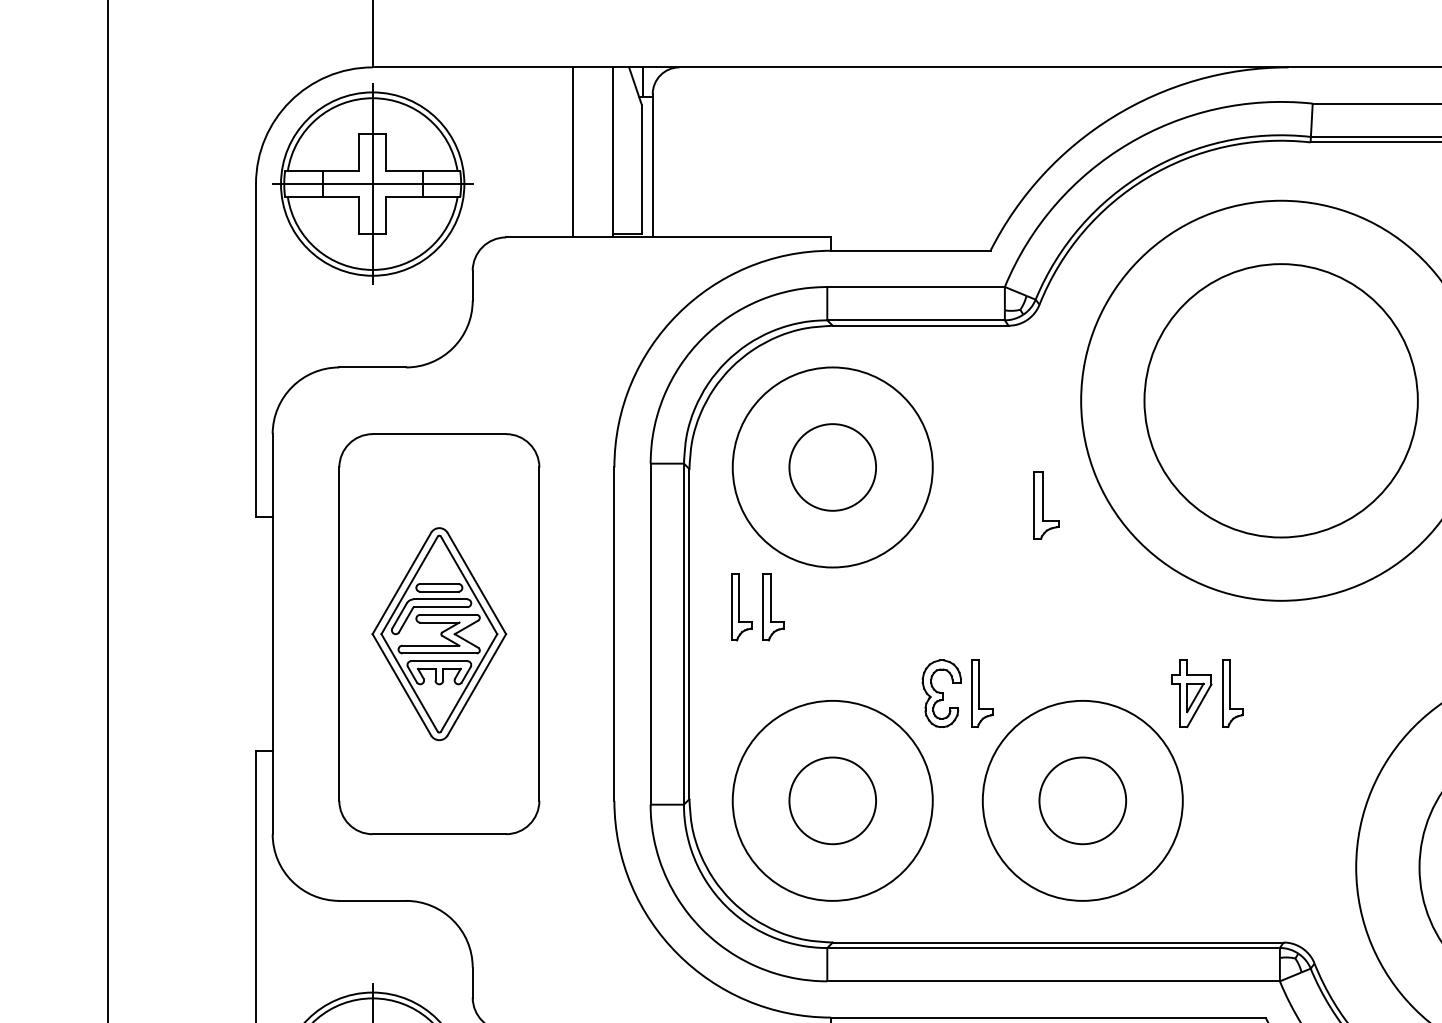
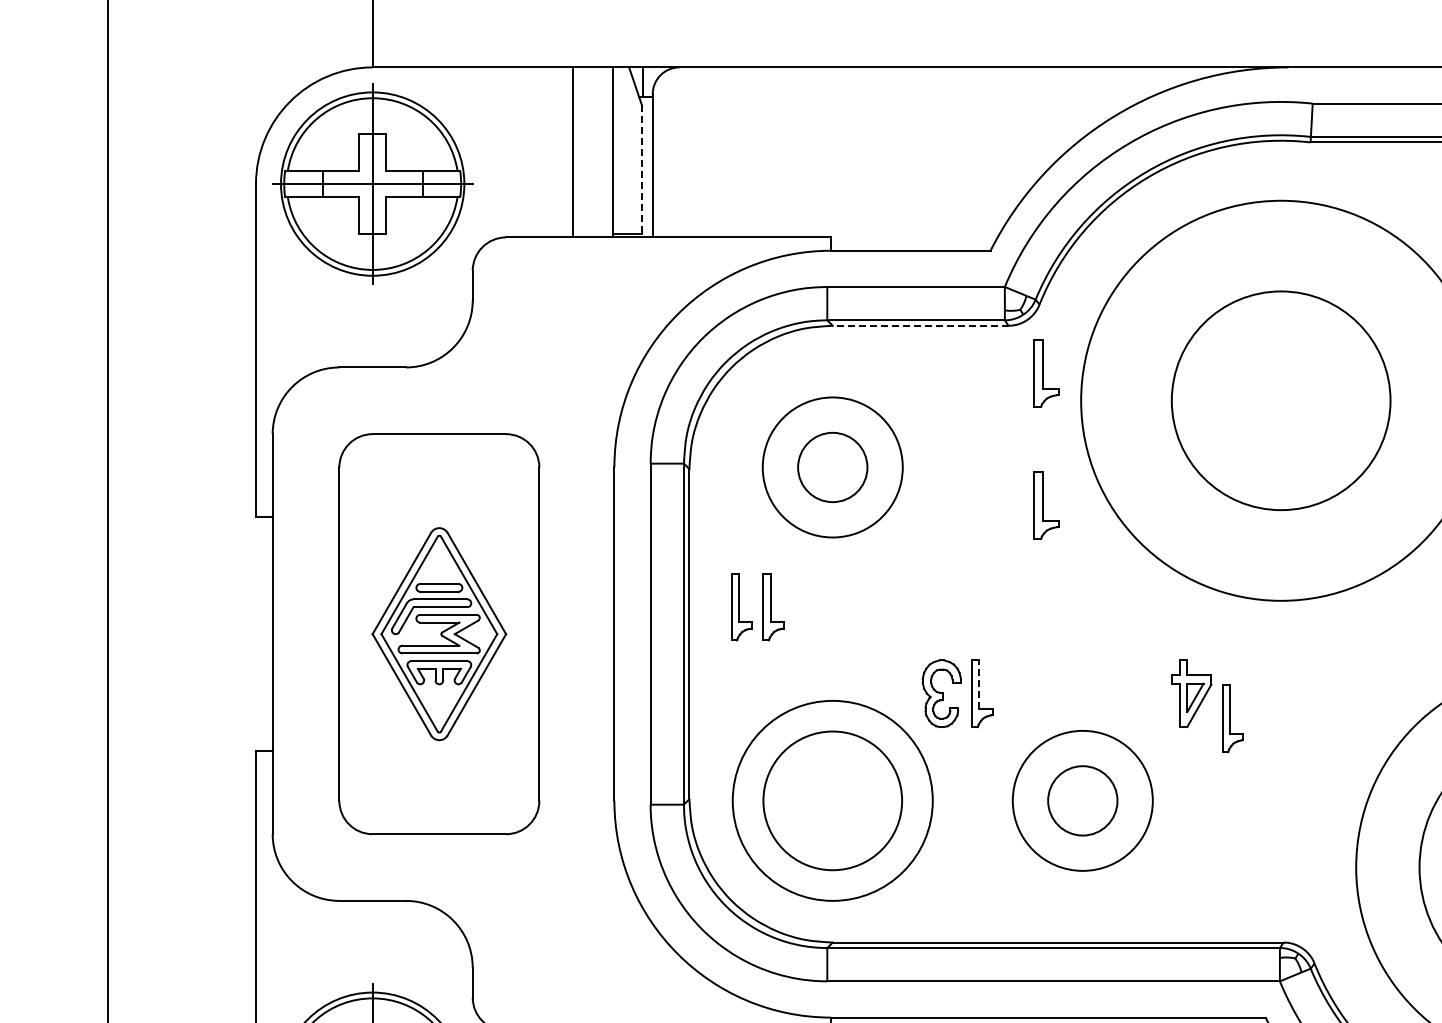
line at (641, 169): solid -> dashed
line at (920, 325): solid -> dashed
part at (1046, 373): none -> present
circle at (1280, 400) diameter: 273 px -> 219 px
circle at (832, 467) diameter: 200 px -> 140 px
circle at (832, 467) diameter: 87 px -> 69 px
line at (979, 684): solid -> dashed
part at (1232, 693) position: (1232, 693) -> (1232, 718)
circle at (832, 800) diameter: 87 px -> 139 px
circle at (1082, 800) diameter: 200 px -> 140 px
circle at (1082, 800) diameter: 87 px -> 69 px
